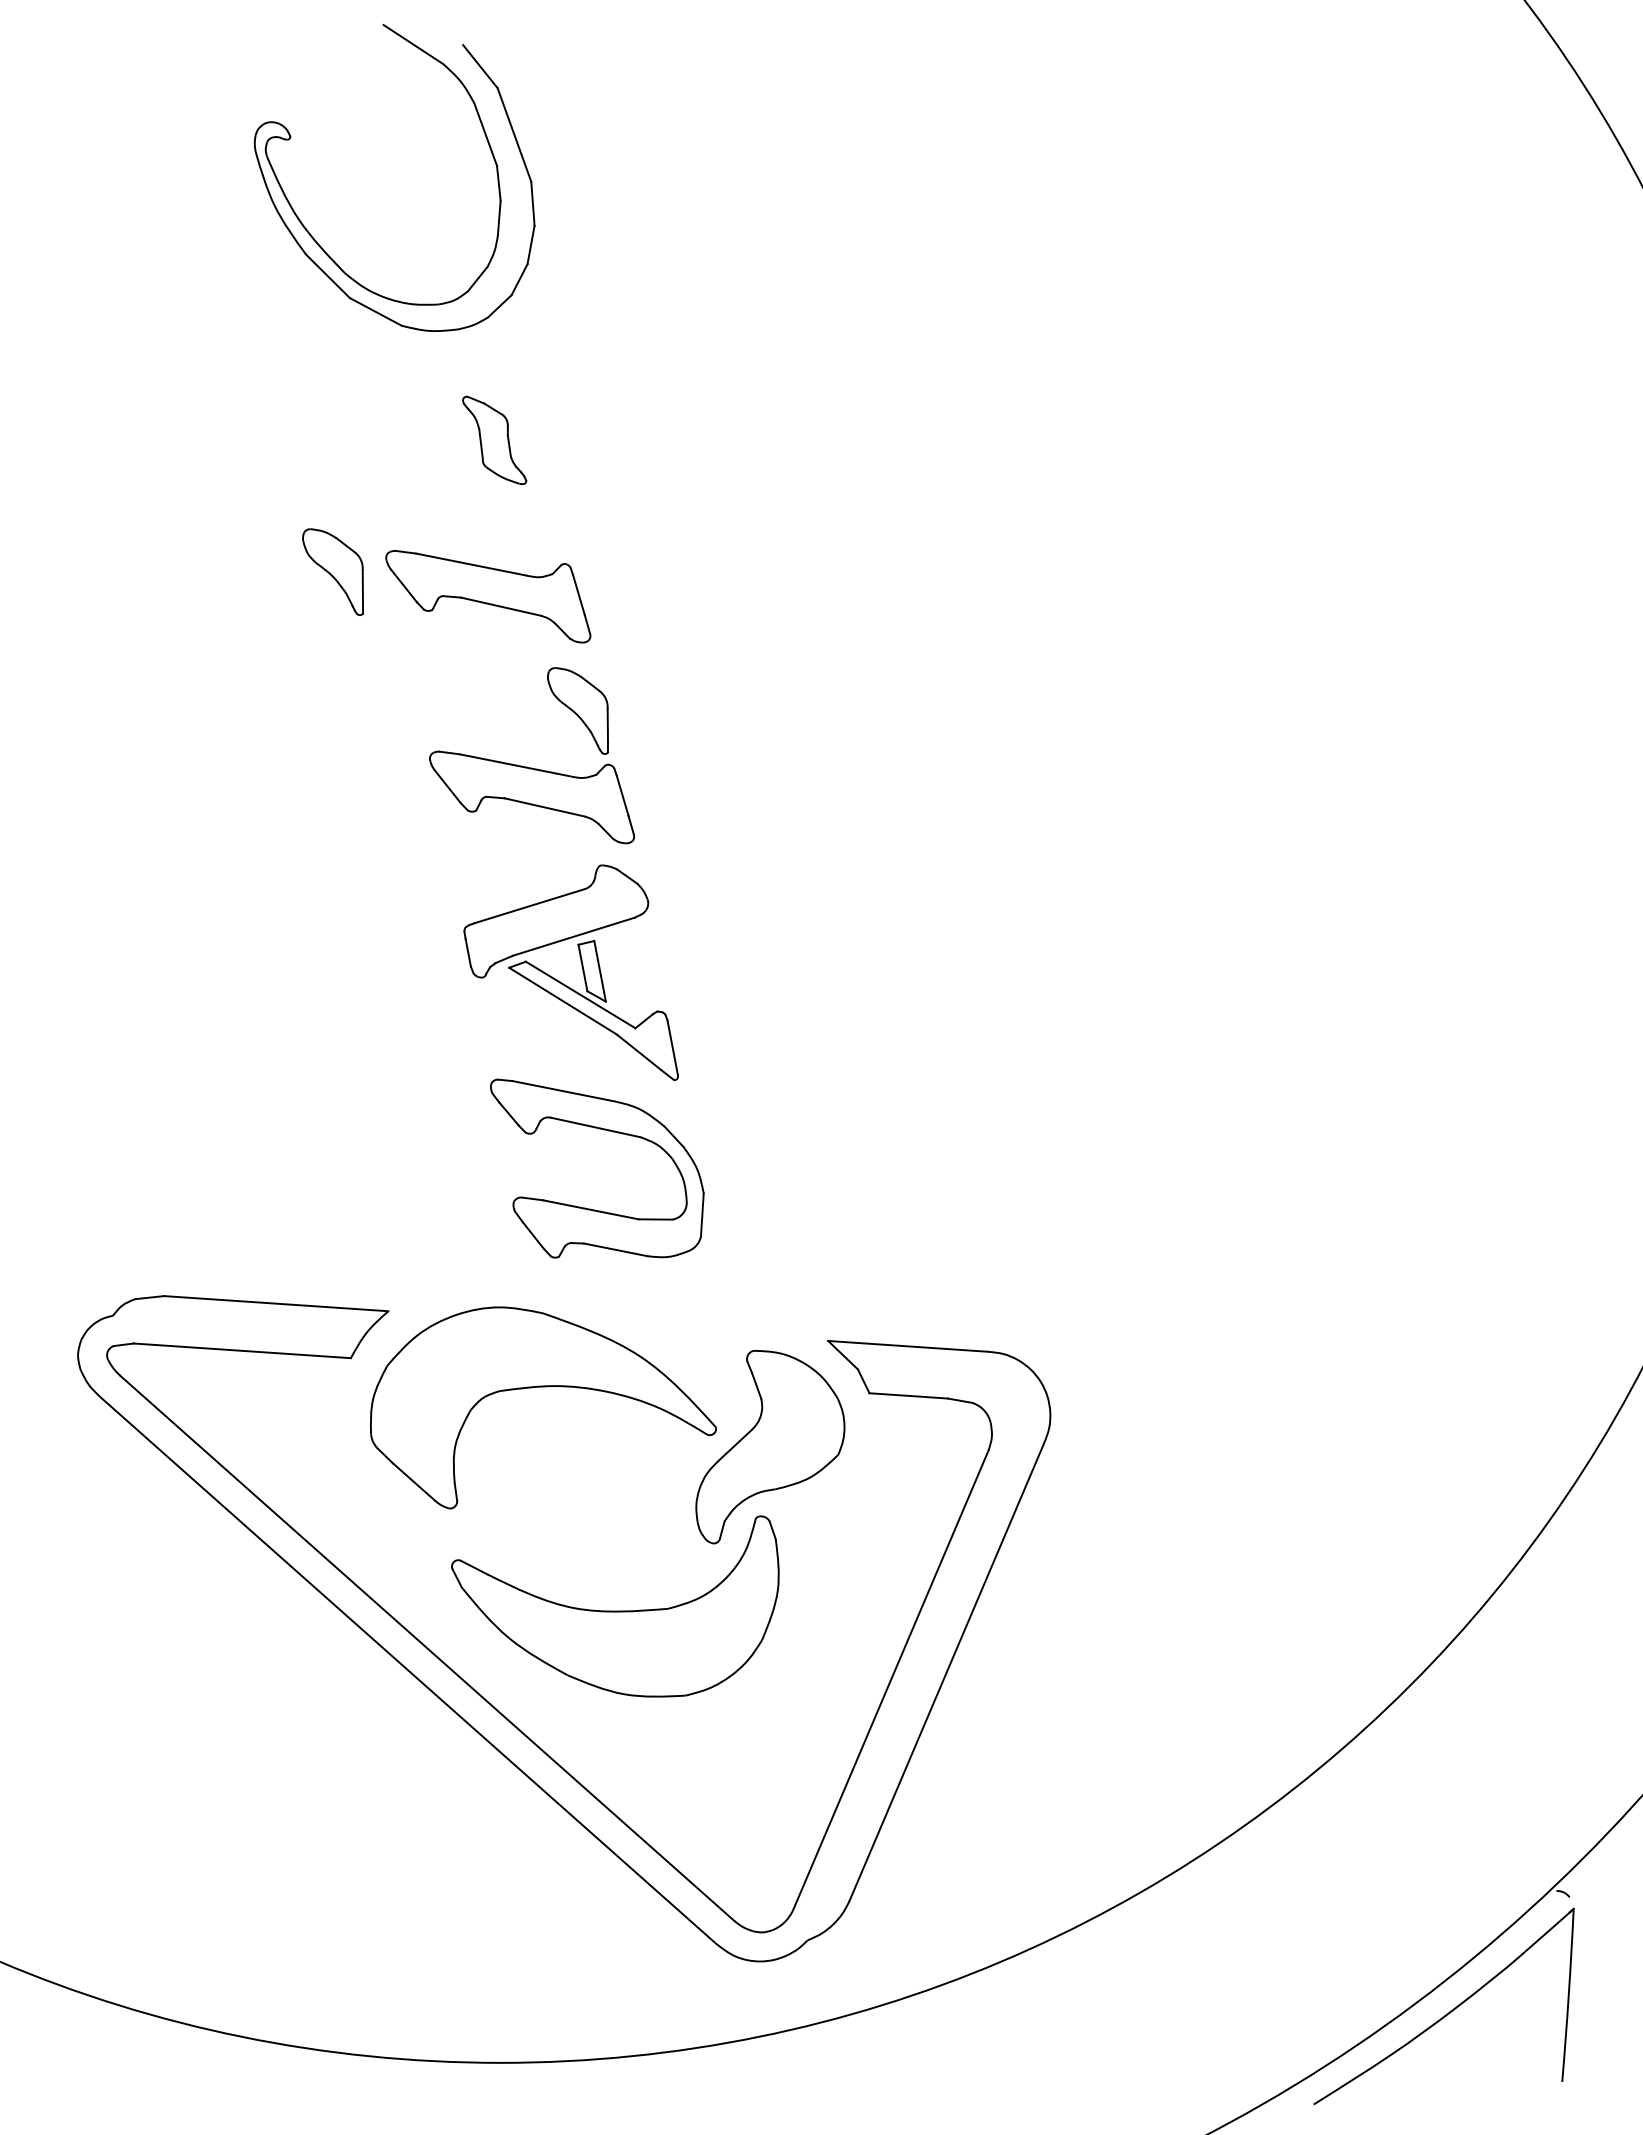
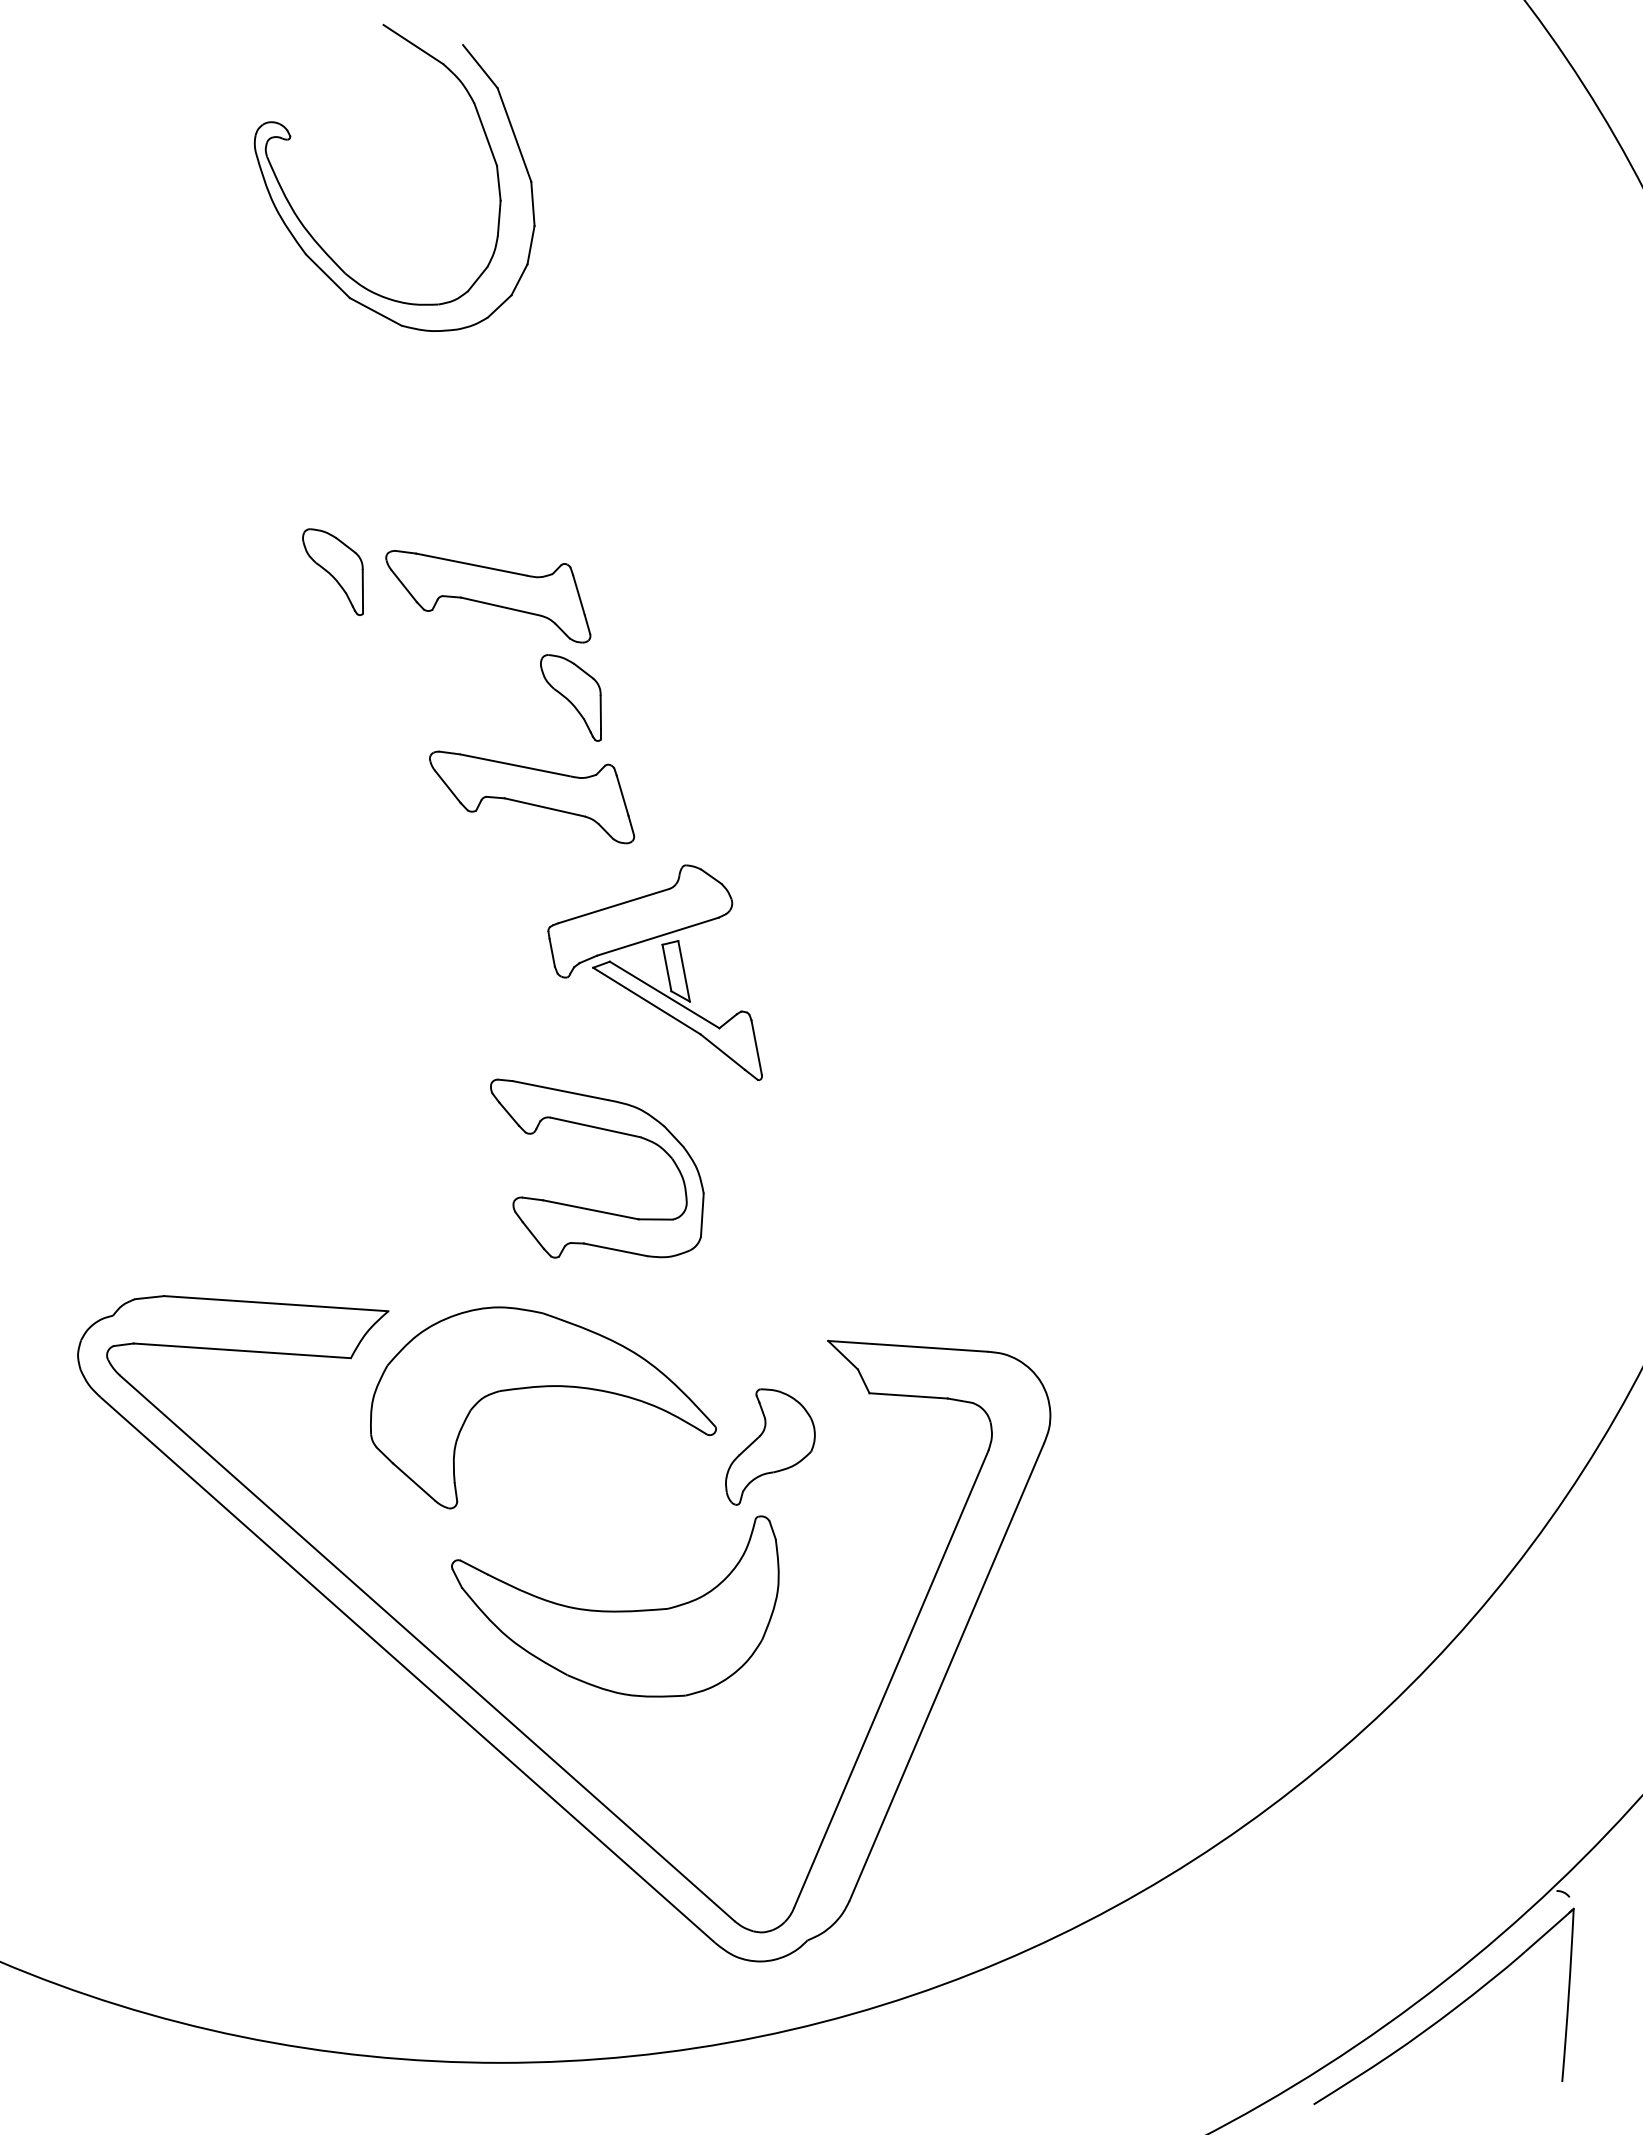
part at (494, 439): present -> none
part at (577, 710) position: (577, 710) -> (570, 697)
part at (582, 972) position: (582, 972) -> (666, 972)
part at (770, 1446) size: 151x196 px -> 91x118 px
